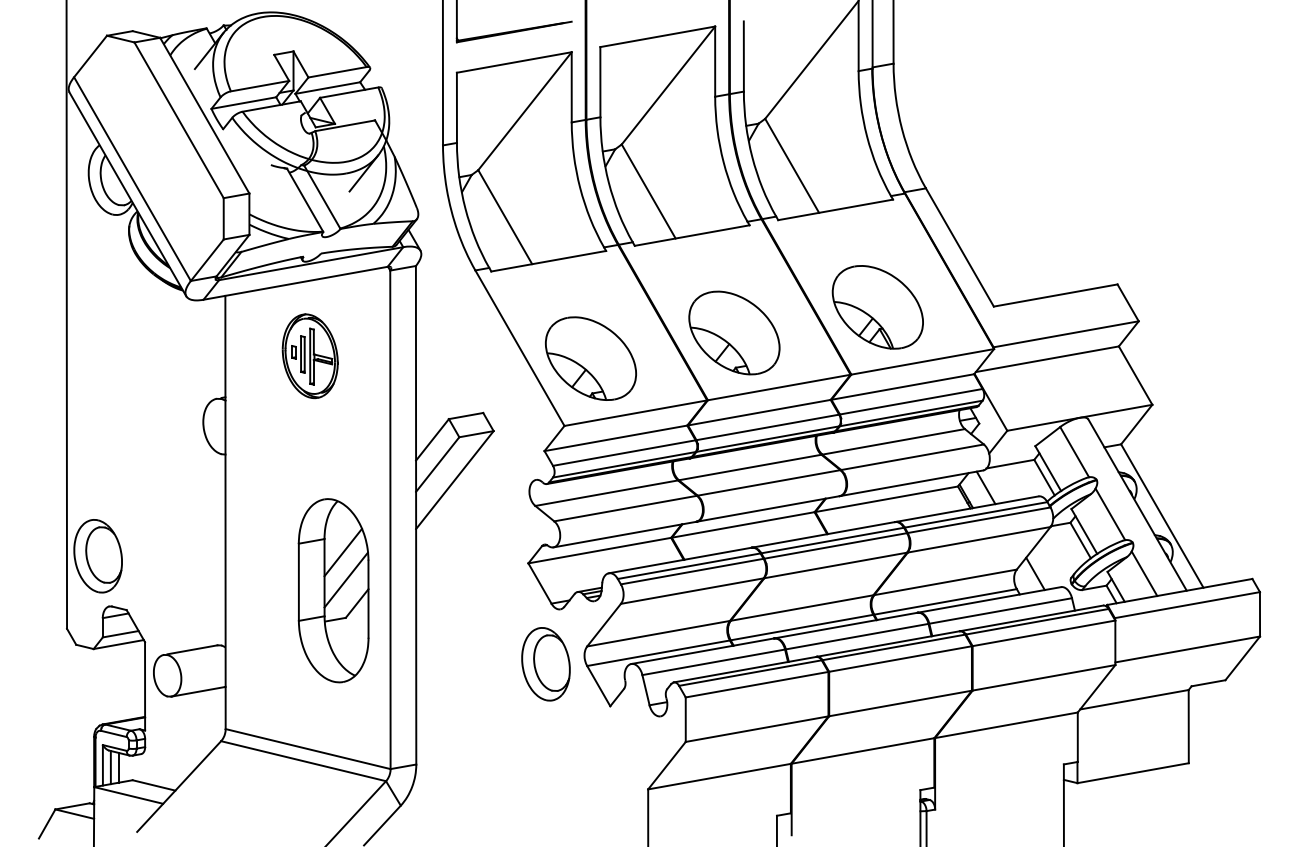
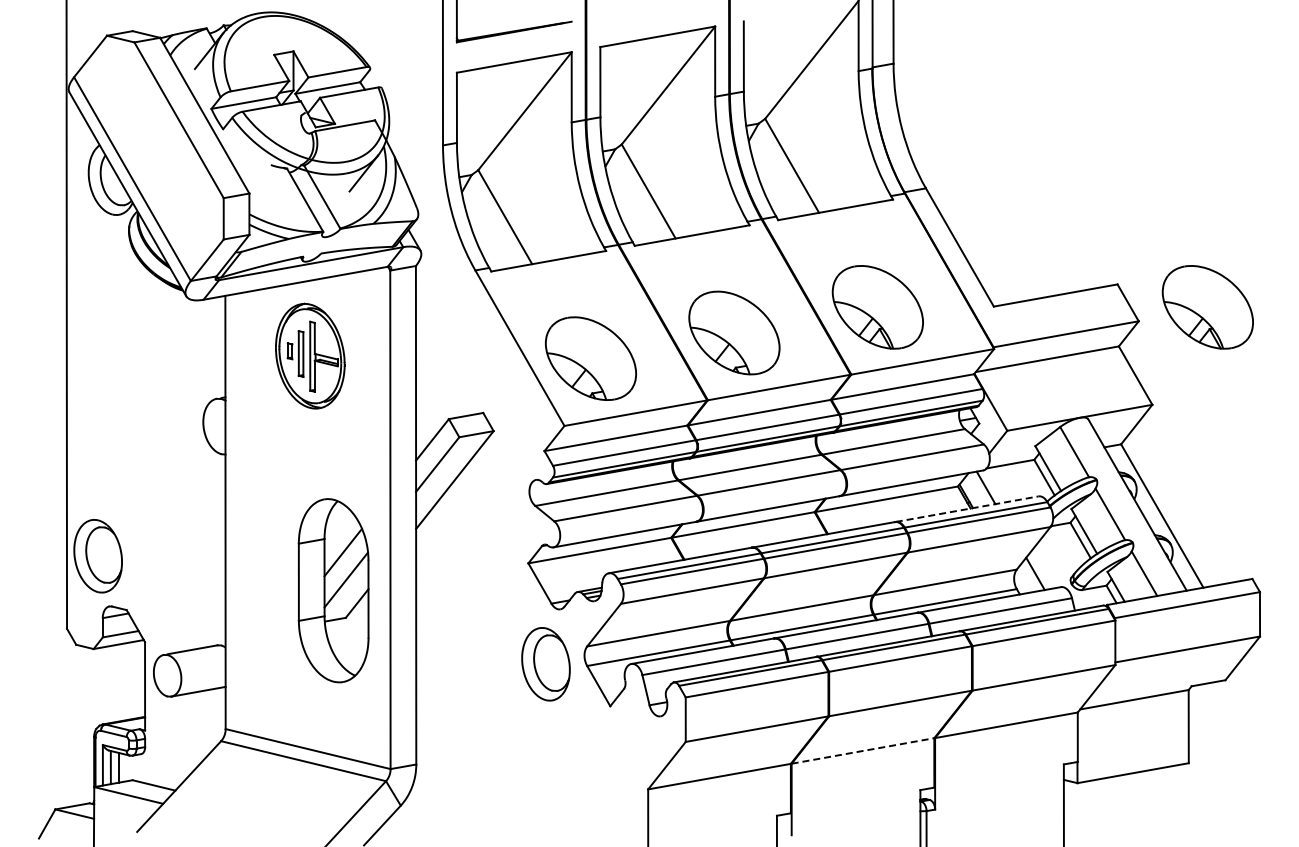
part at (1207, 307): none -> present
part at (309, 356) size: 58x87 px -> 71x108 px
line at (967, 509): solid -> dashed
line at (863, 750): solid -> dashed
